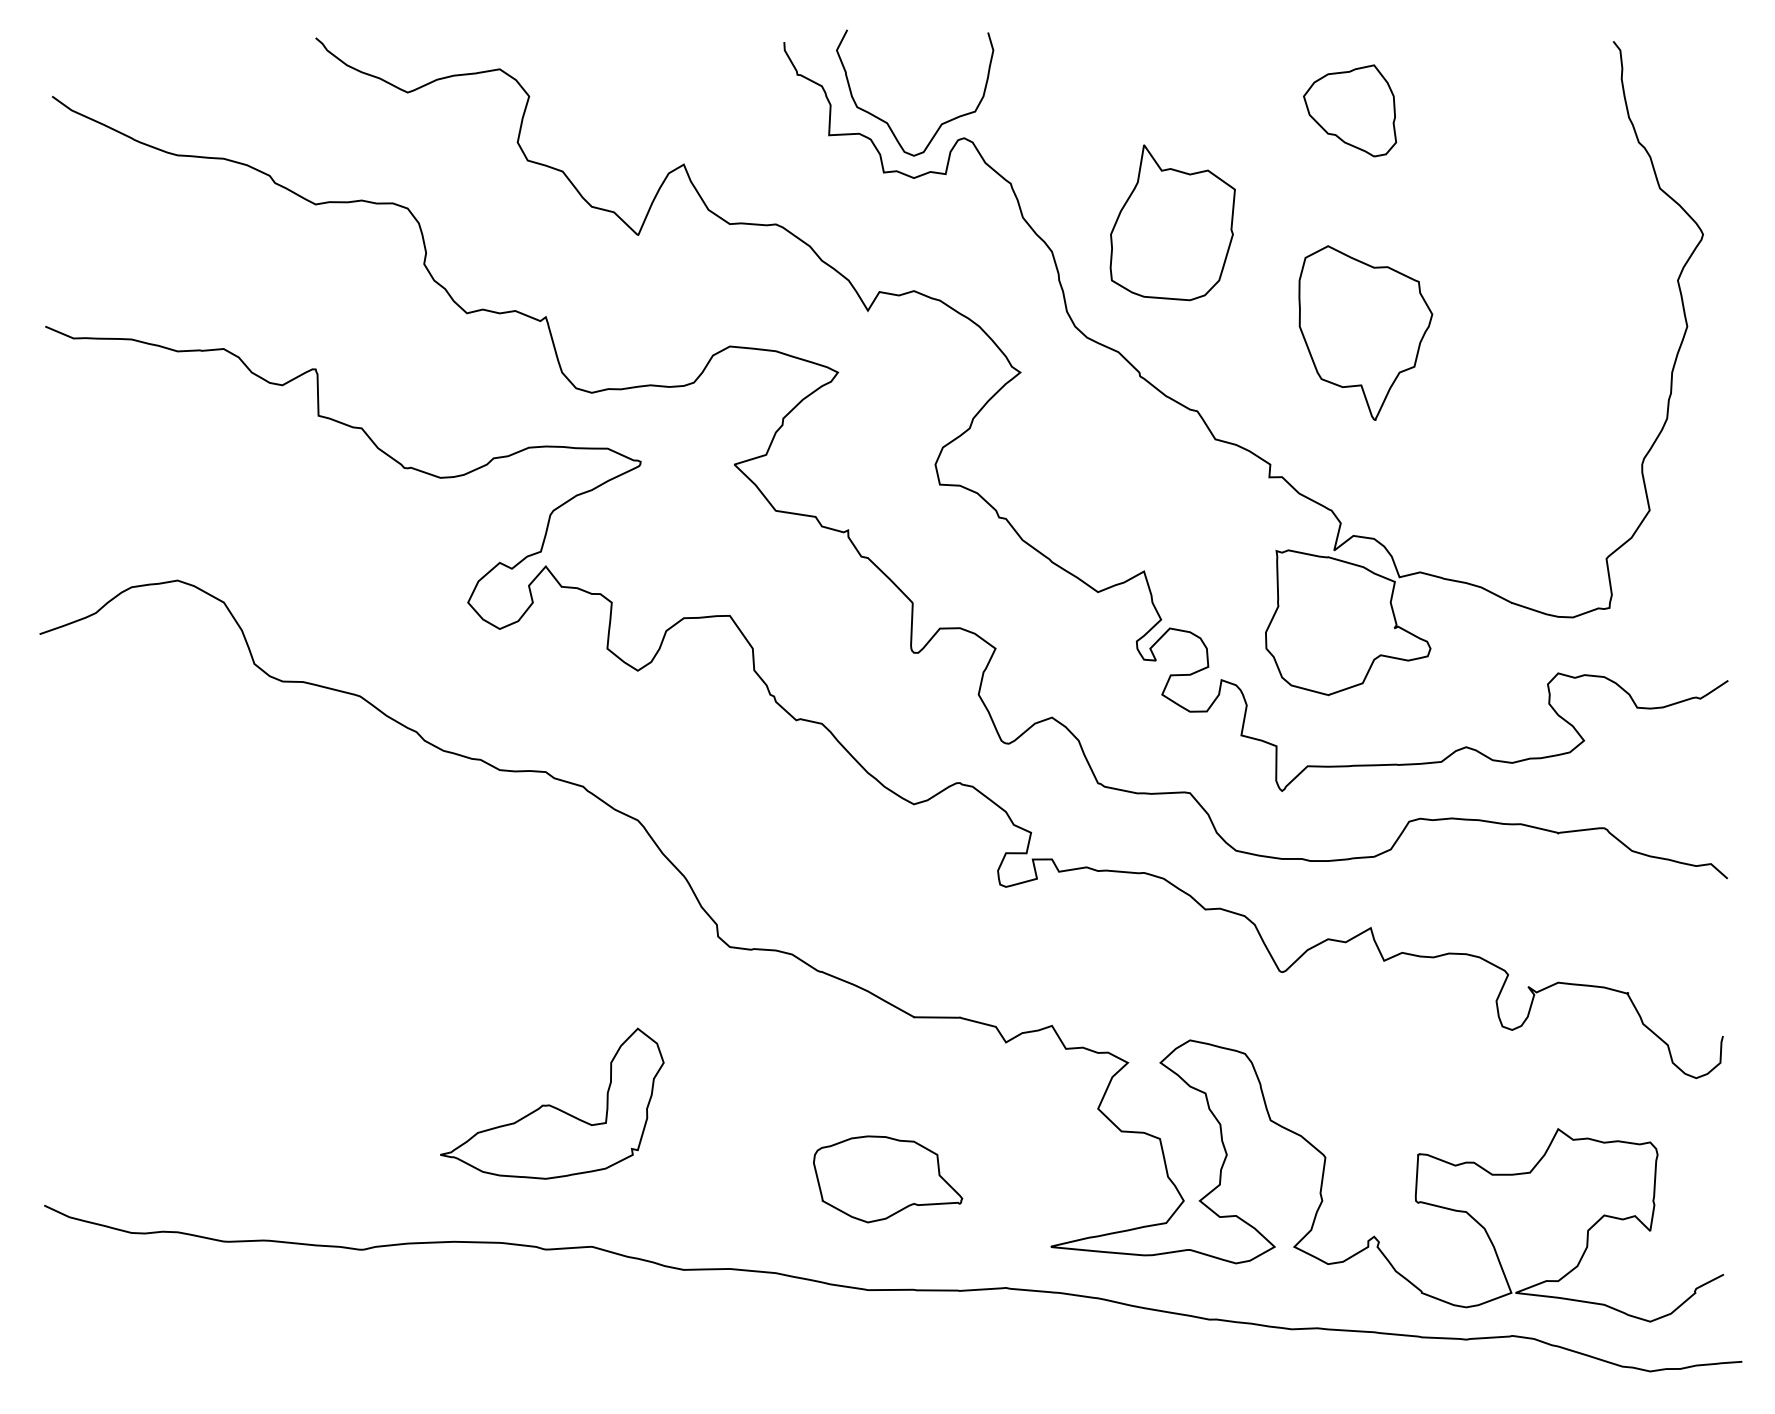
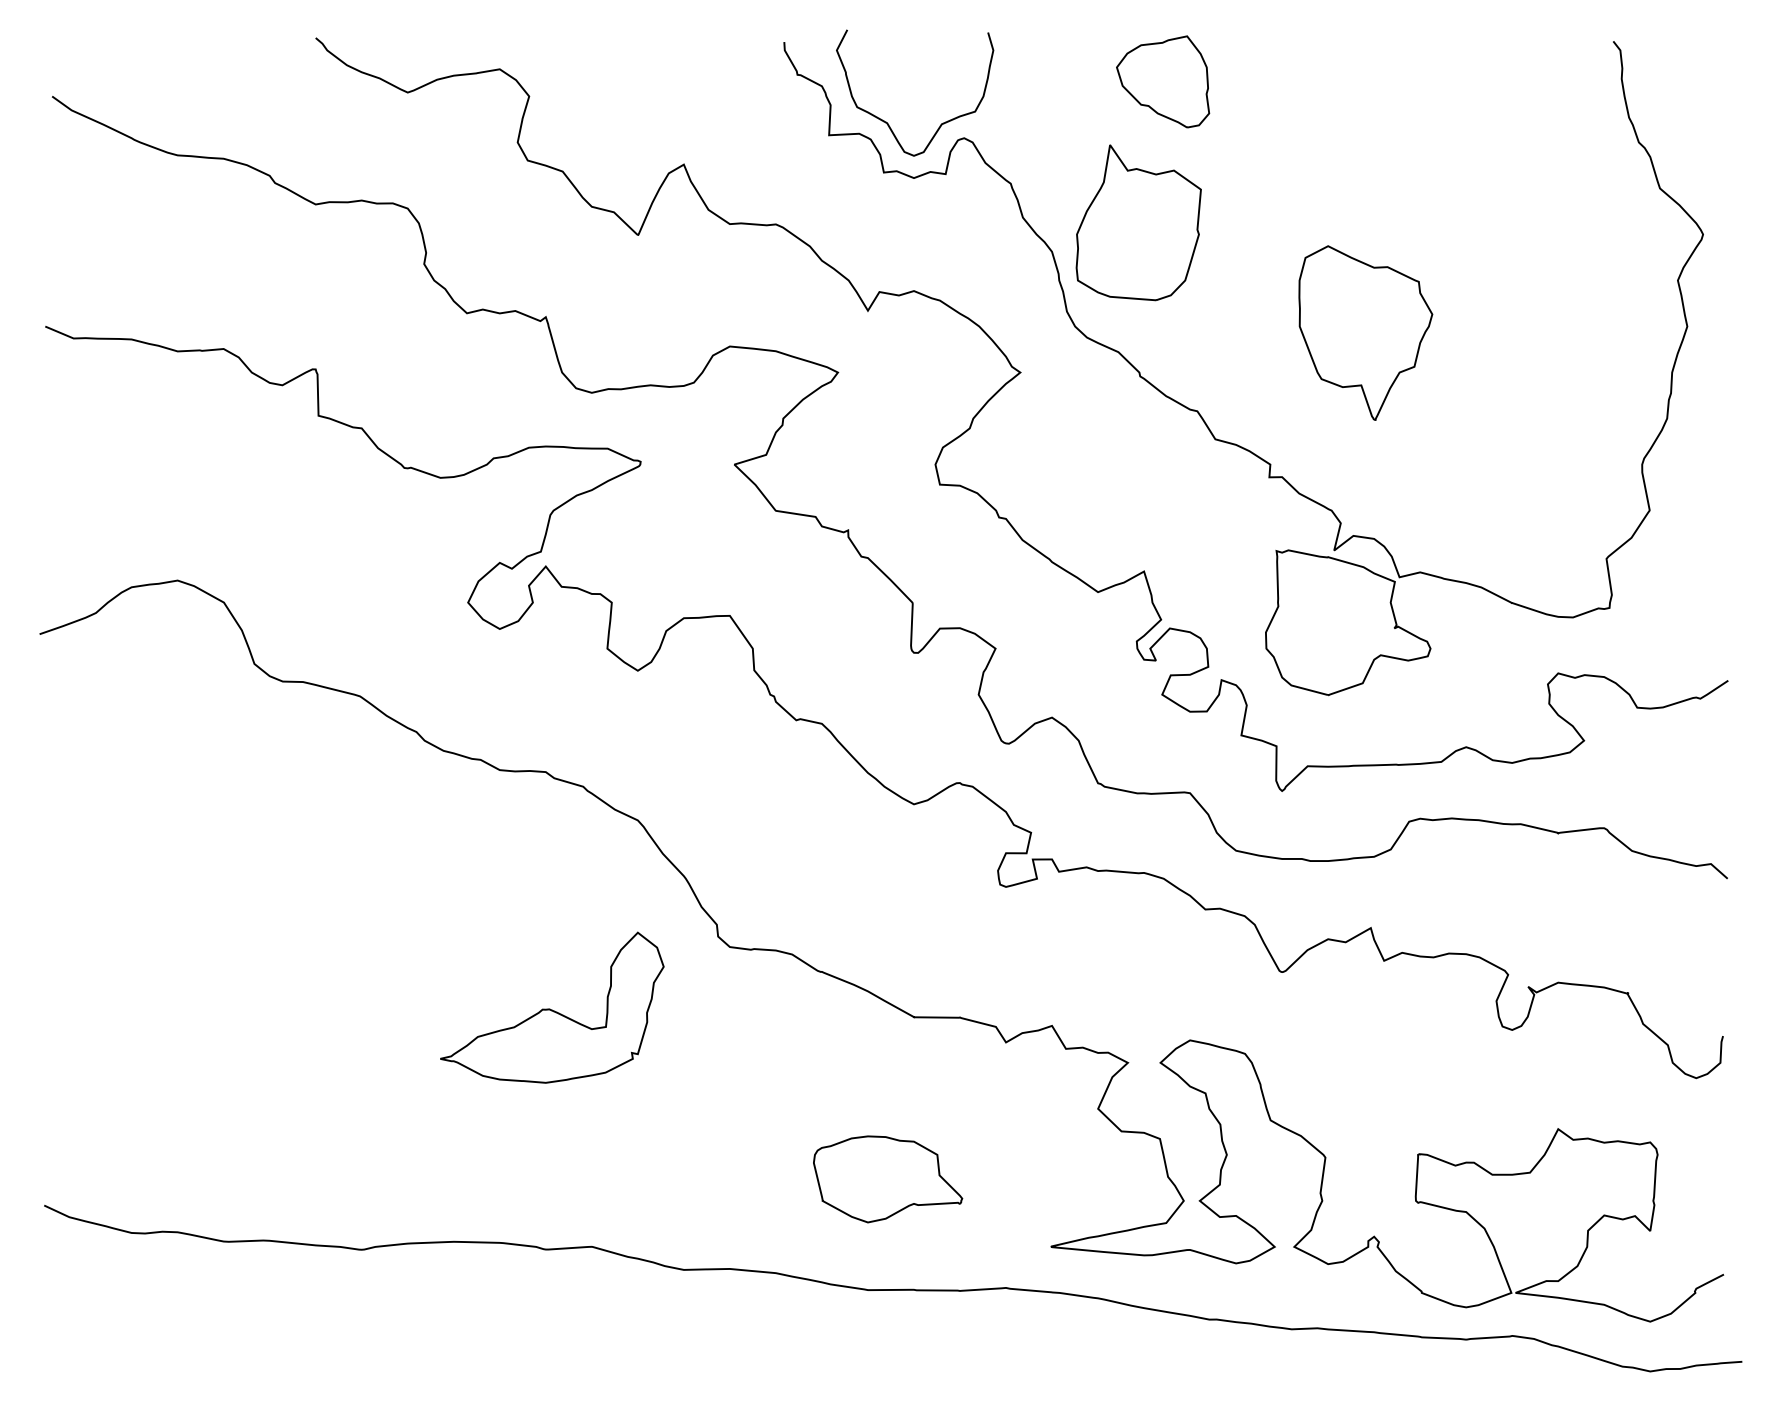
part at (1350, 110) position: (1350, 110) -> (1163, 81)
part at (1172, 222) position: (1172, 222) -> (1138, 222)
part at (552, 1103) position: (552, 1103) -> (552, 1007)
